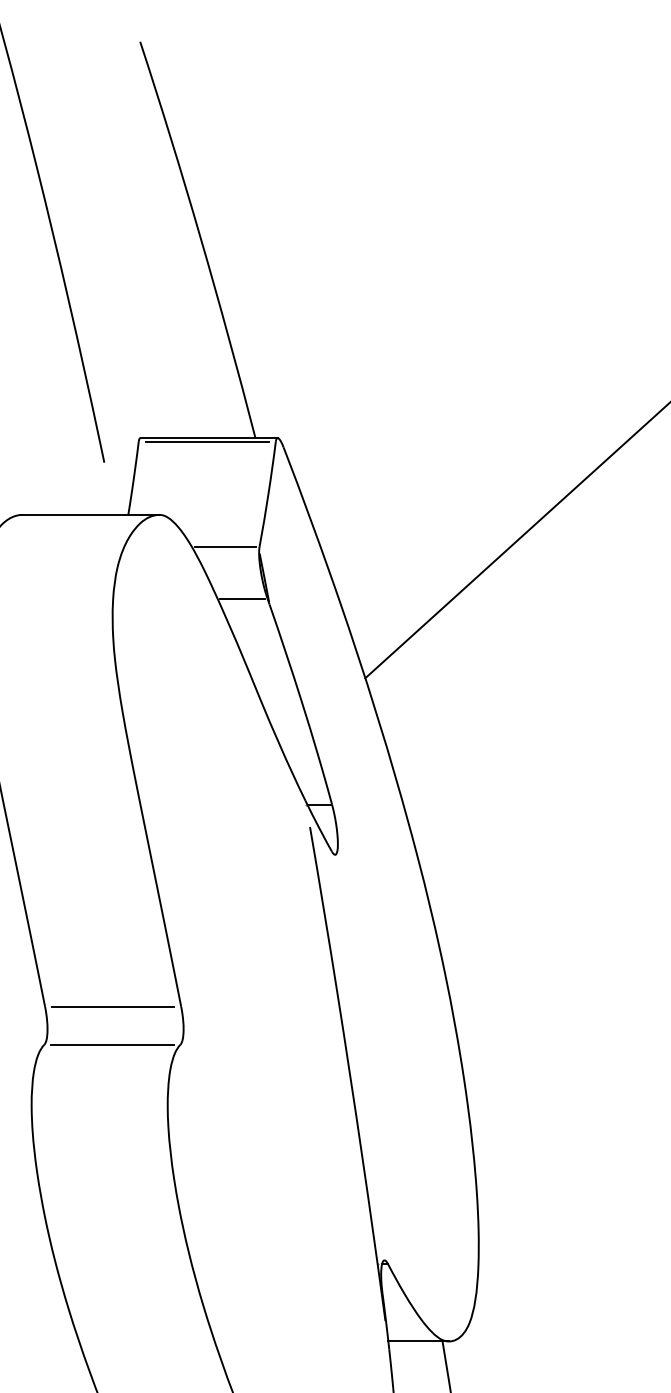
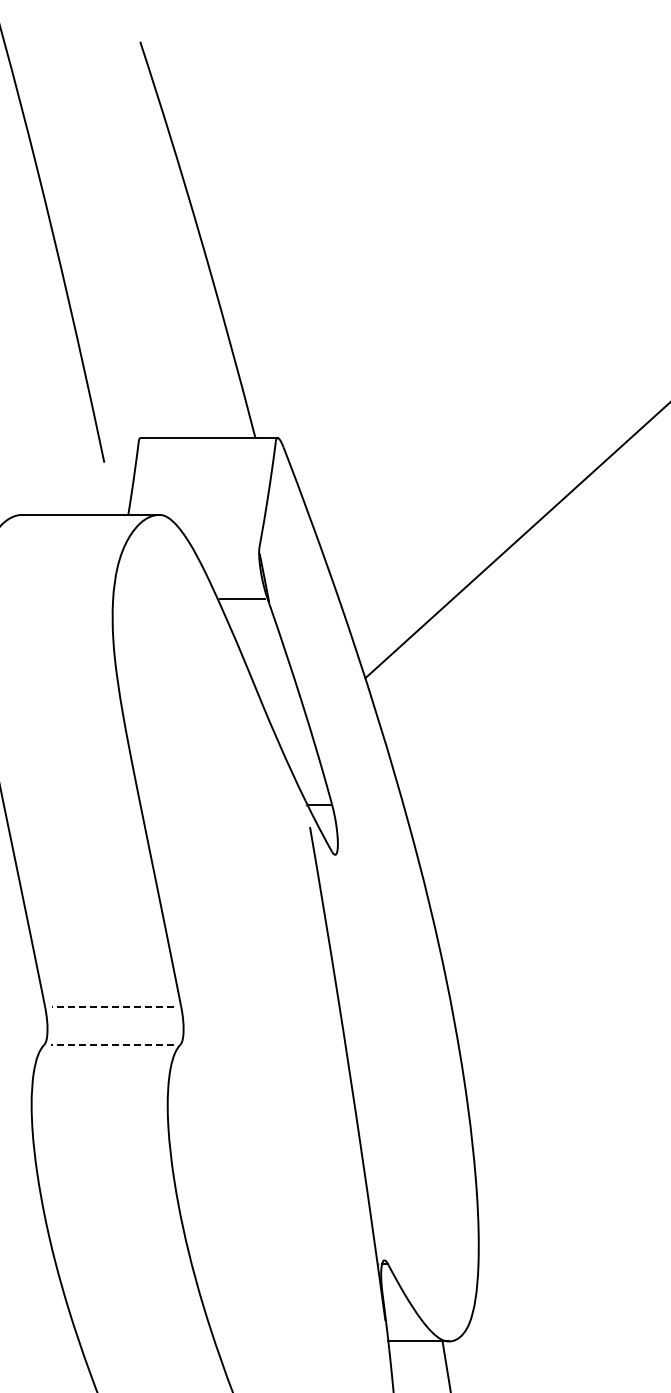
line at (206, 441): present -> none
line at (225, 546): present -> none
line at (112, 1006): solid -> dashed
line at (111, 1044): solid -> dashed
